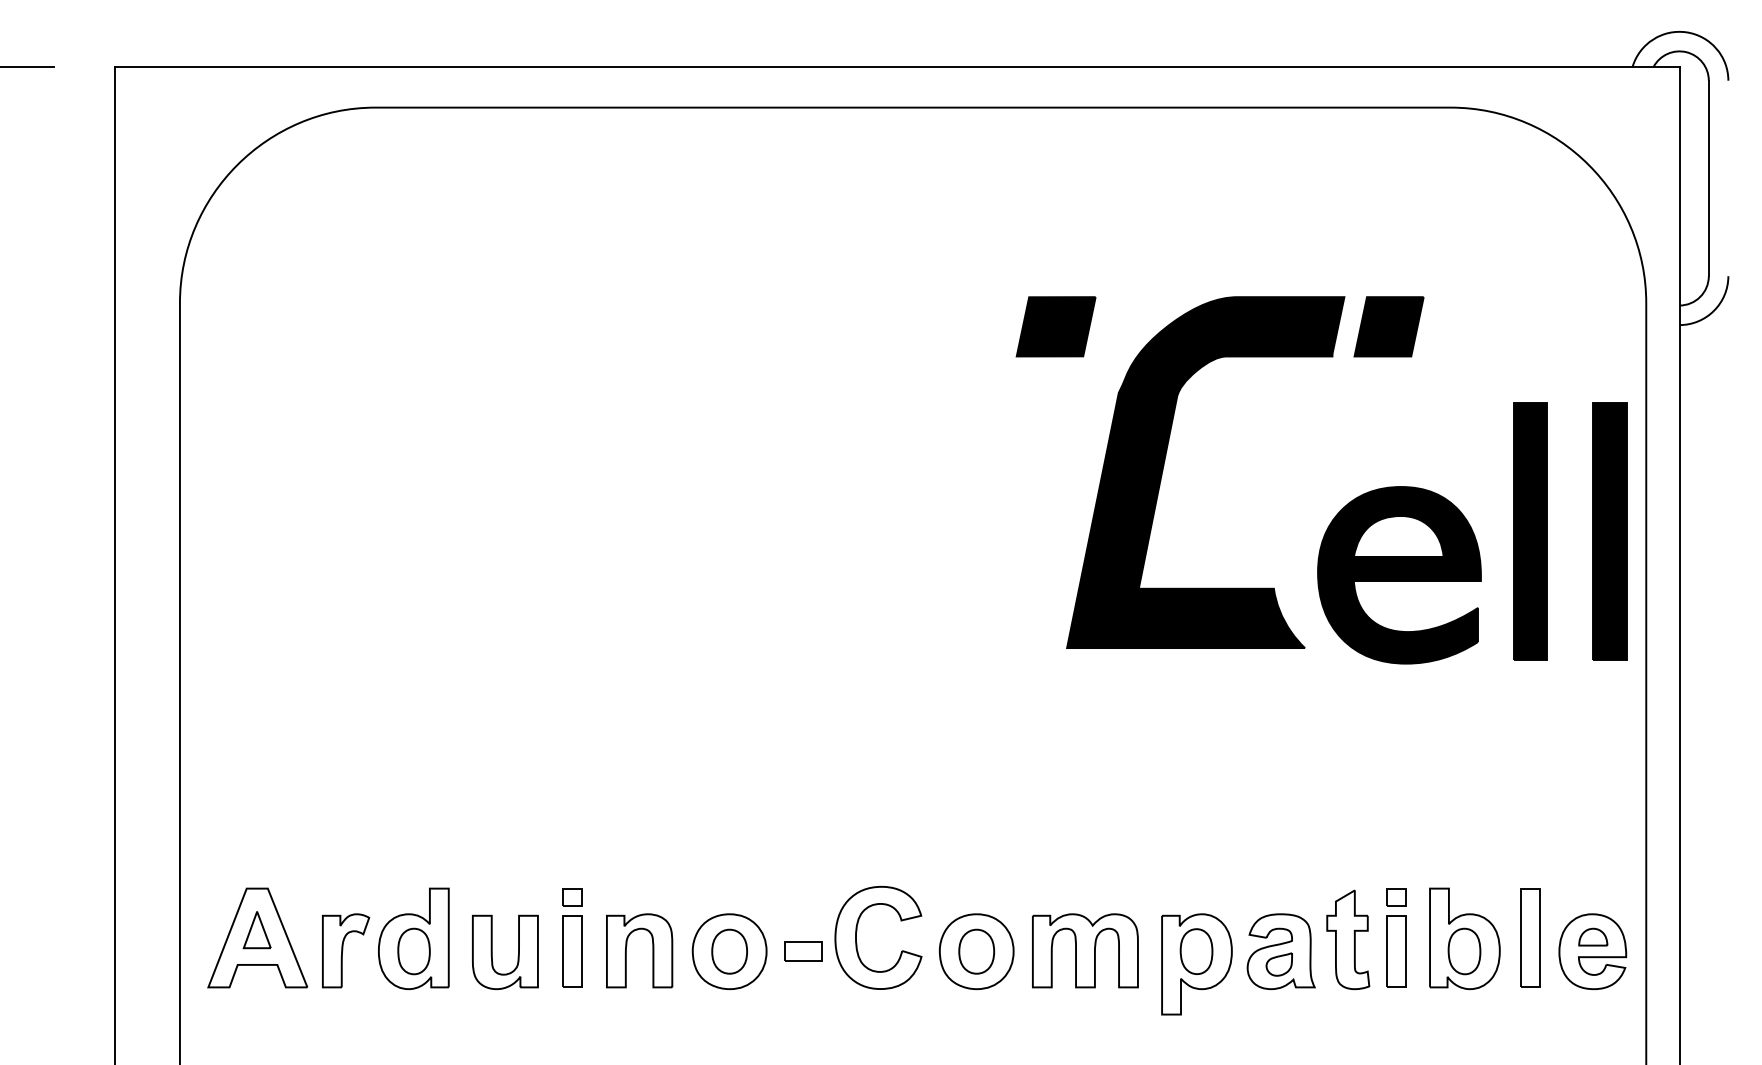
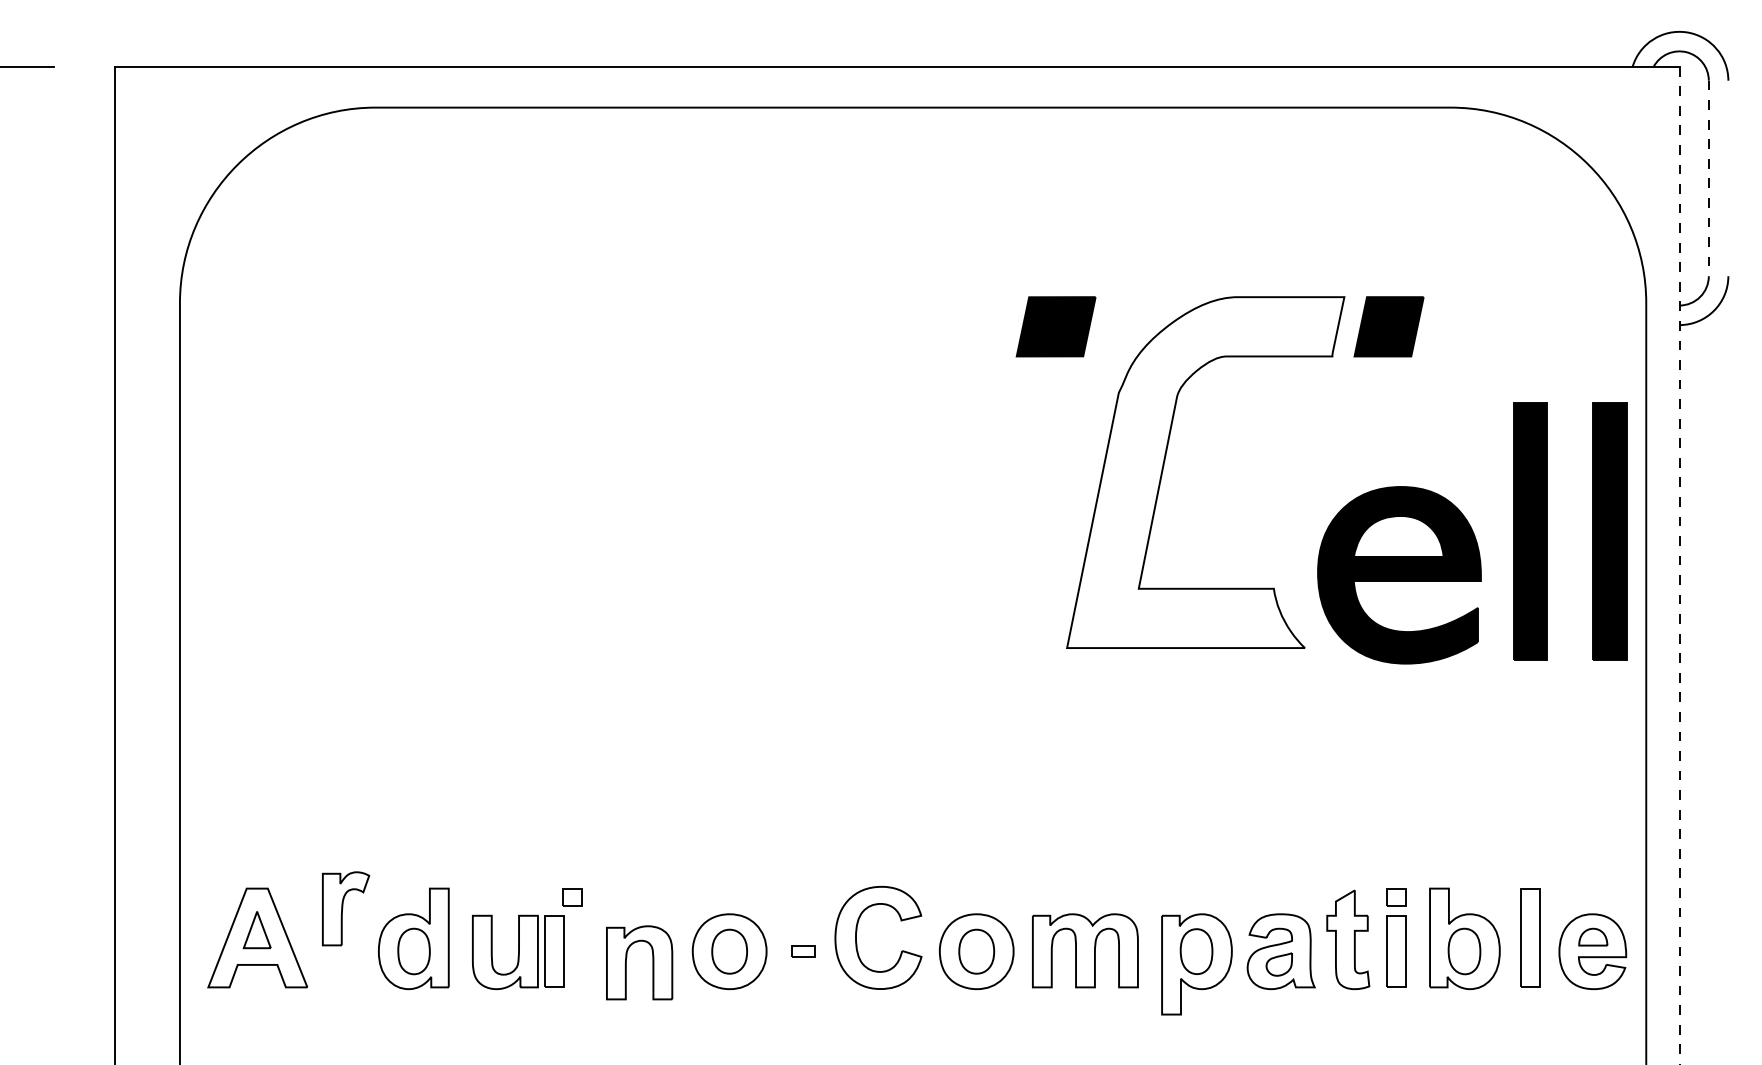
line at (1708, 178): solid -> dashed
fill at (1205, 472): present -> none
line at (1679, 565): solid -> dashed
part at (627, 945) position: (627, 945) -> (627, 957)
part at (346, 950) position: (346, 950) -> (346, 908)
part at (572, 951) position: (572, 951) -> (554, 951)
part at (803, 951) size: 39x21 px -> 25x13 px
